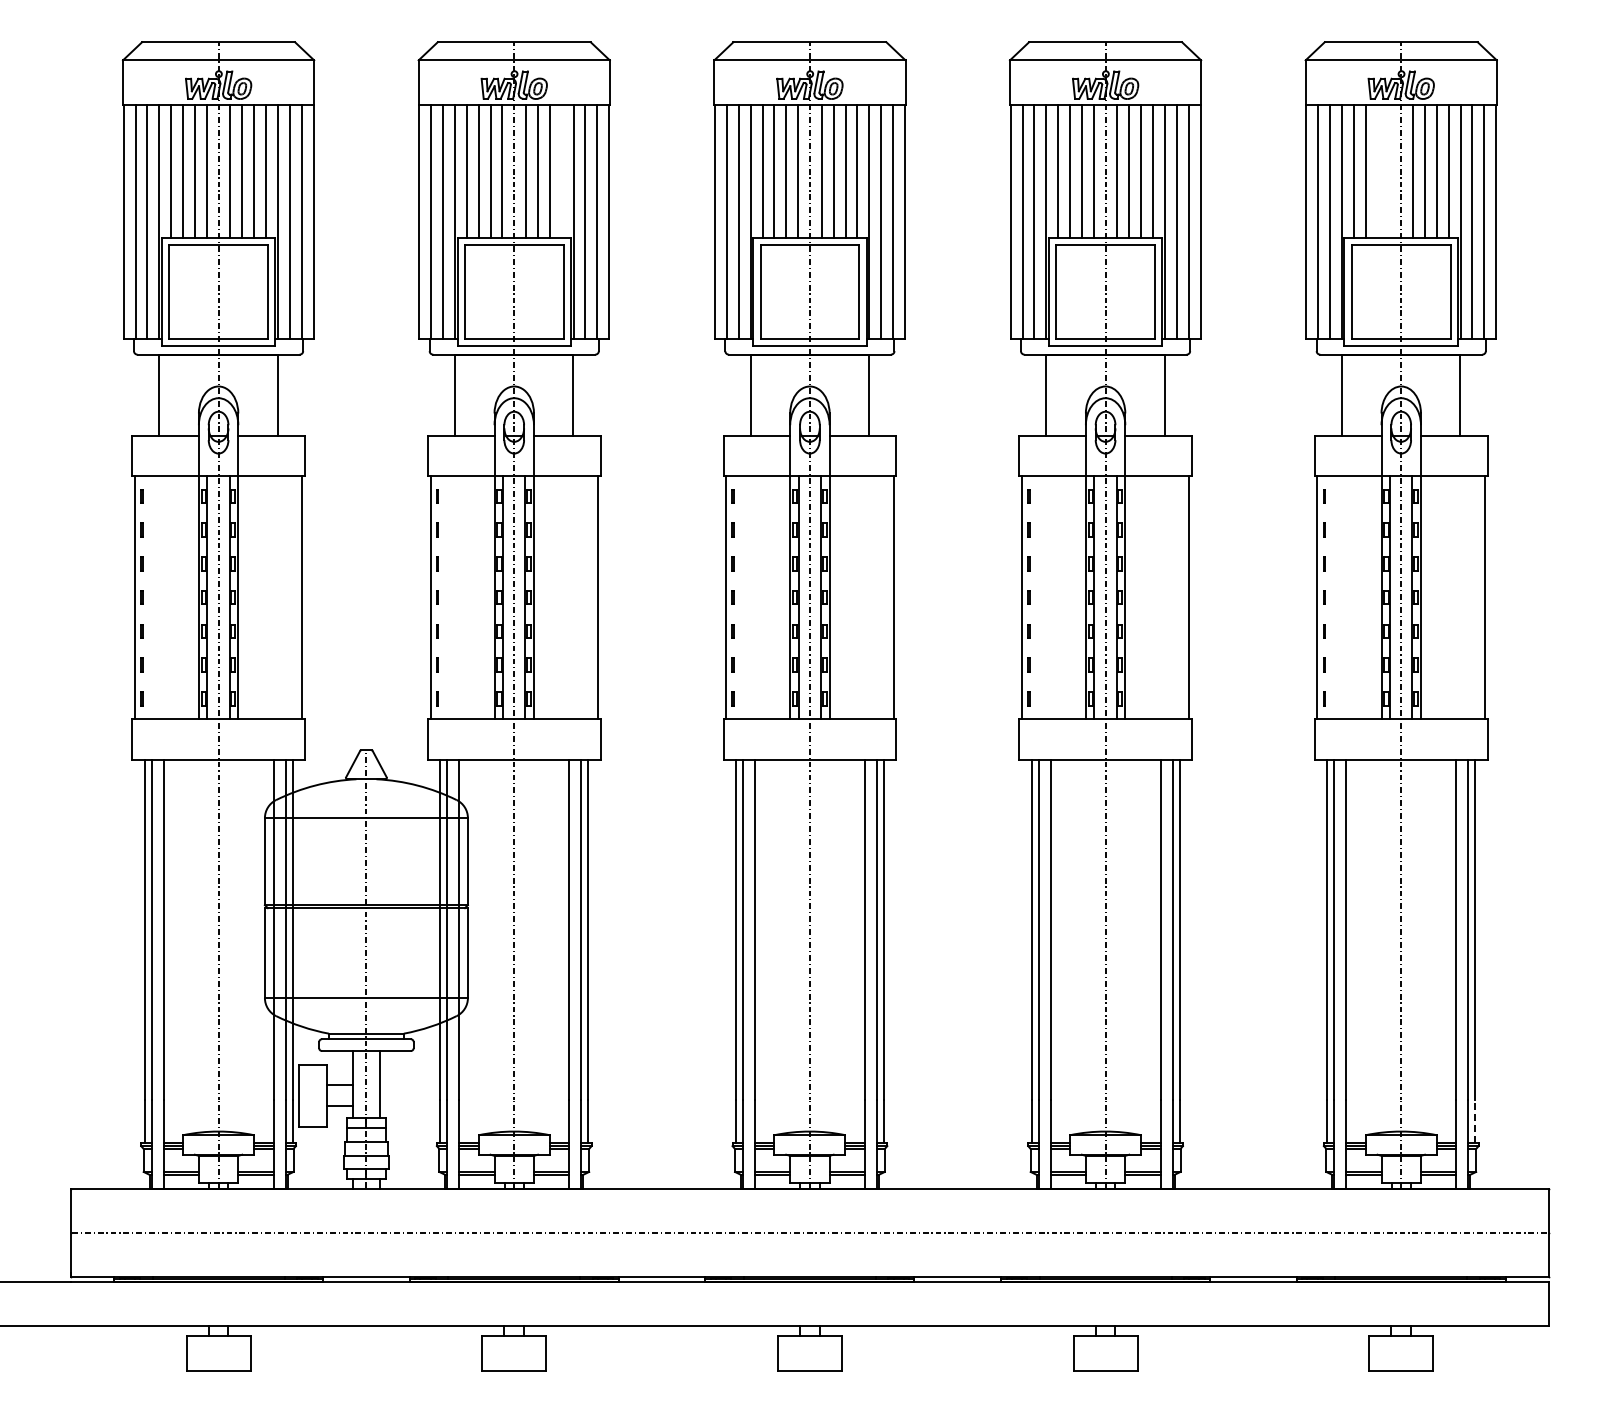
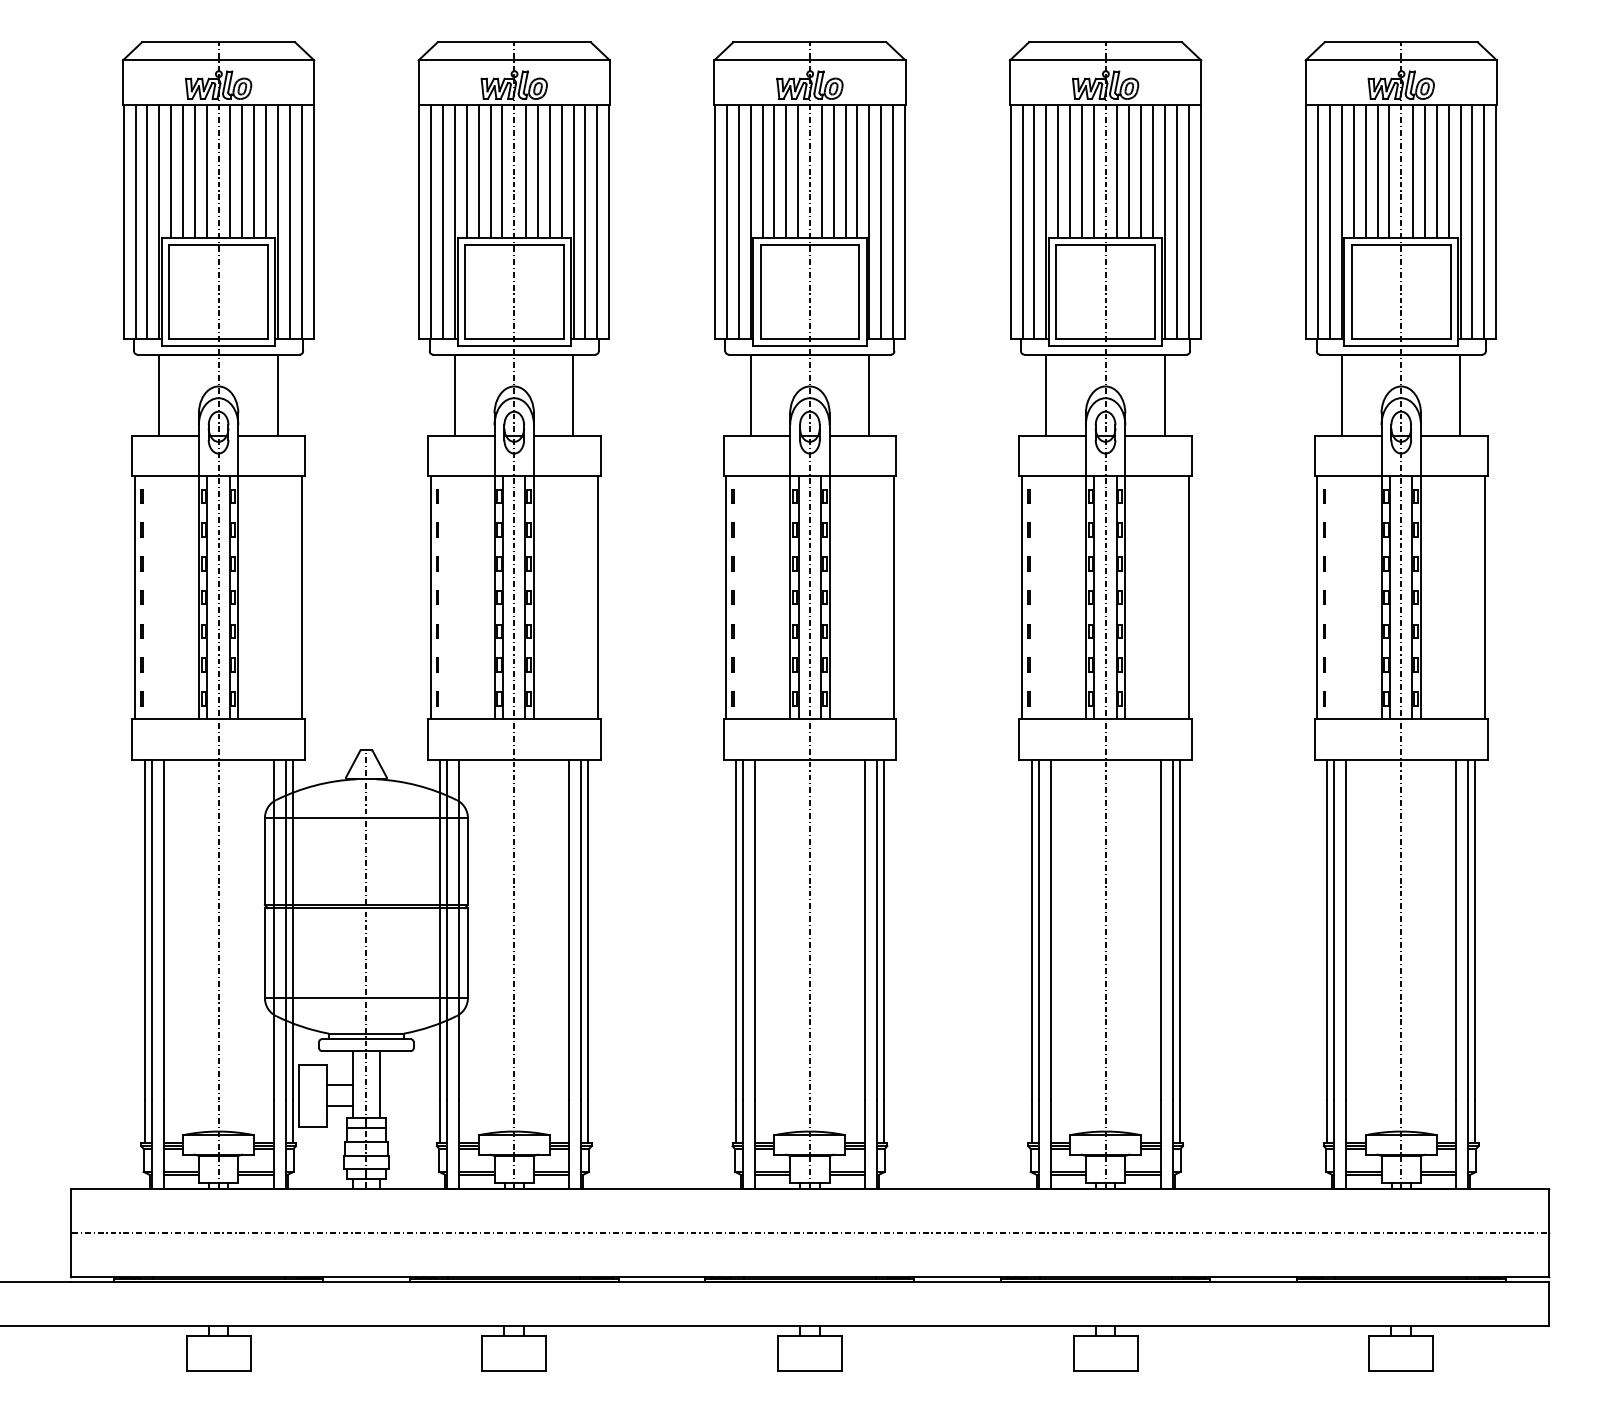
line at (561, 171): none -> present
line at (1377, 171): none -> present
line at (1389, 171): none -> present
line at (1475, 1121): dashed -> solid
